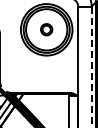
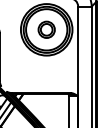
part at (46, 29) size: 14x14 px -> 19x19 px
line at (91, 67): dashed -> solid
